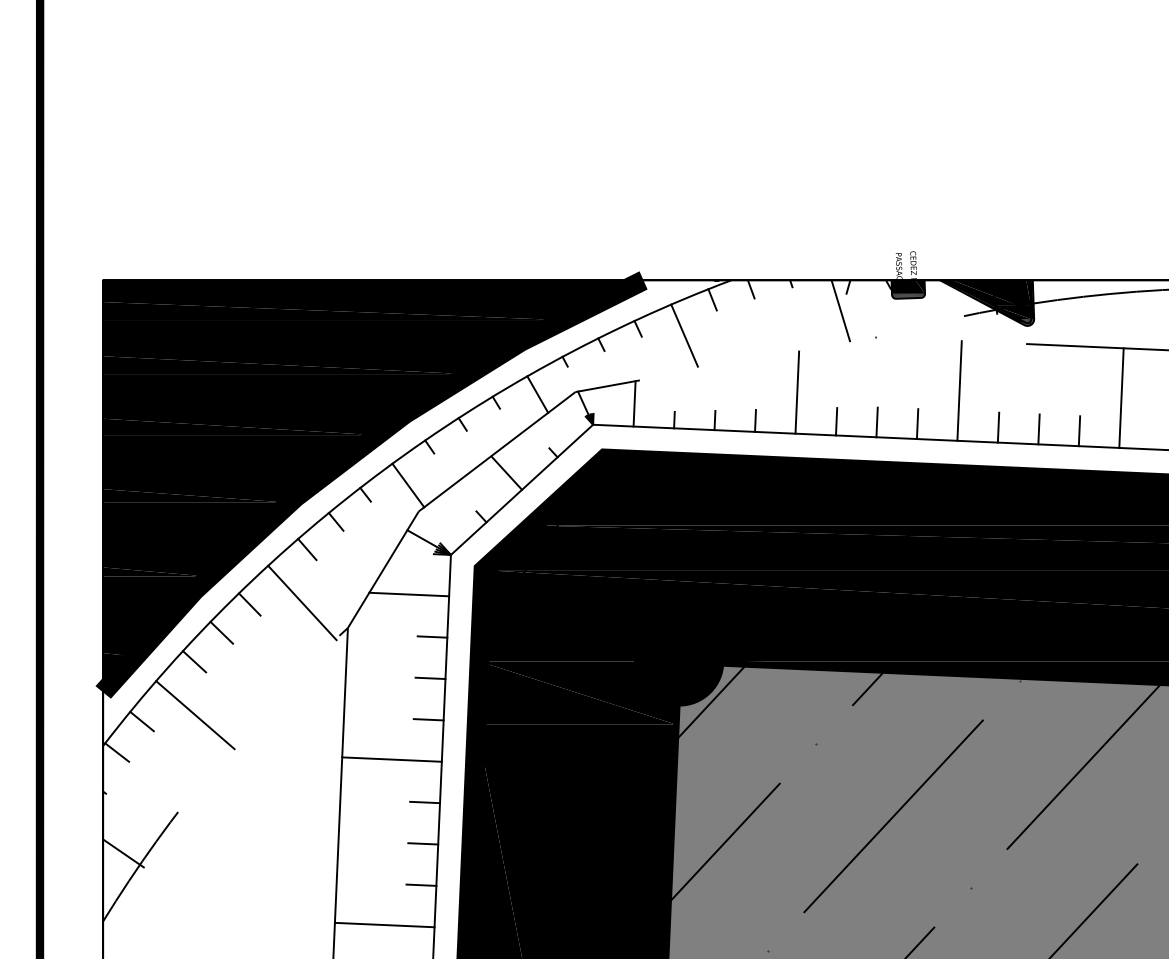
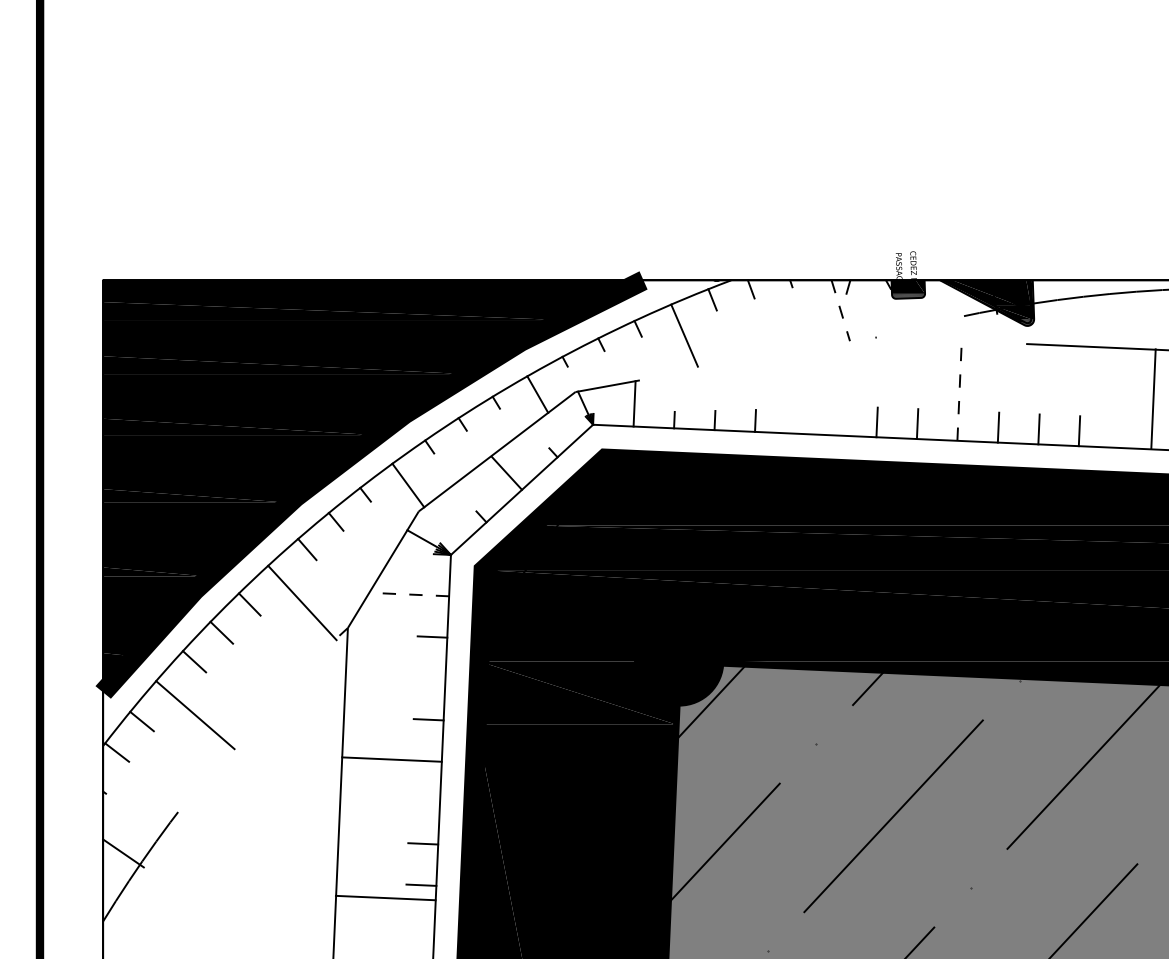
line at (840, 310): solid -> dashed
line at (959, 391): solid -> dashed
line at (797, 392): present -> none
line at (1121, 397) position: (1121, 397) -> (1153, 398)
line at (836, 421): present -> none
line at (409, 594): solid -> dashed
line at (430, 678): present -> none
line at (425, 802): present -> none
line at (384, 924) position: (384, 924) -> (385, 897)
